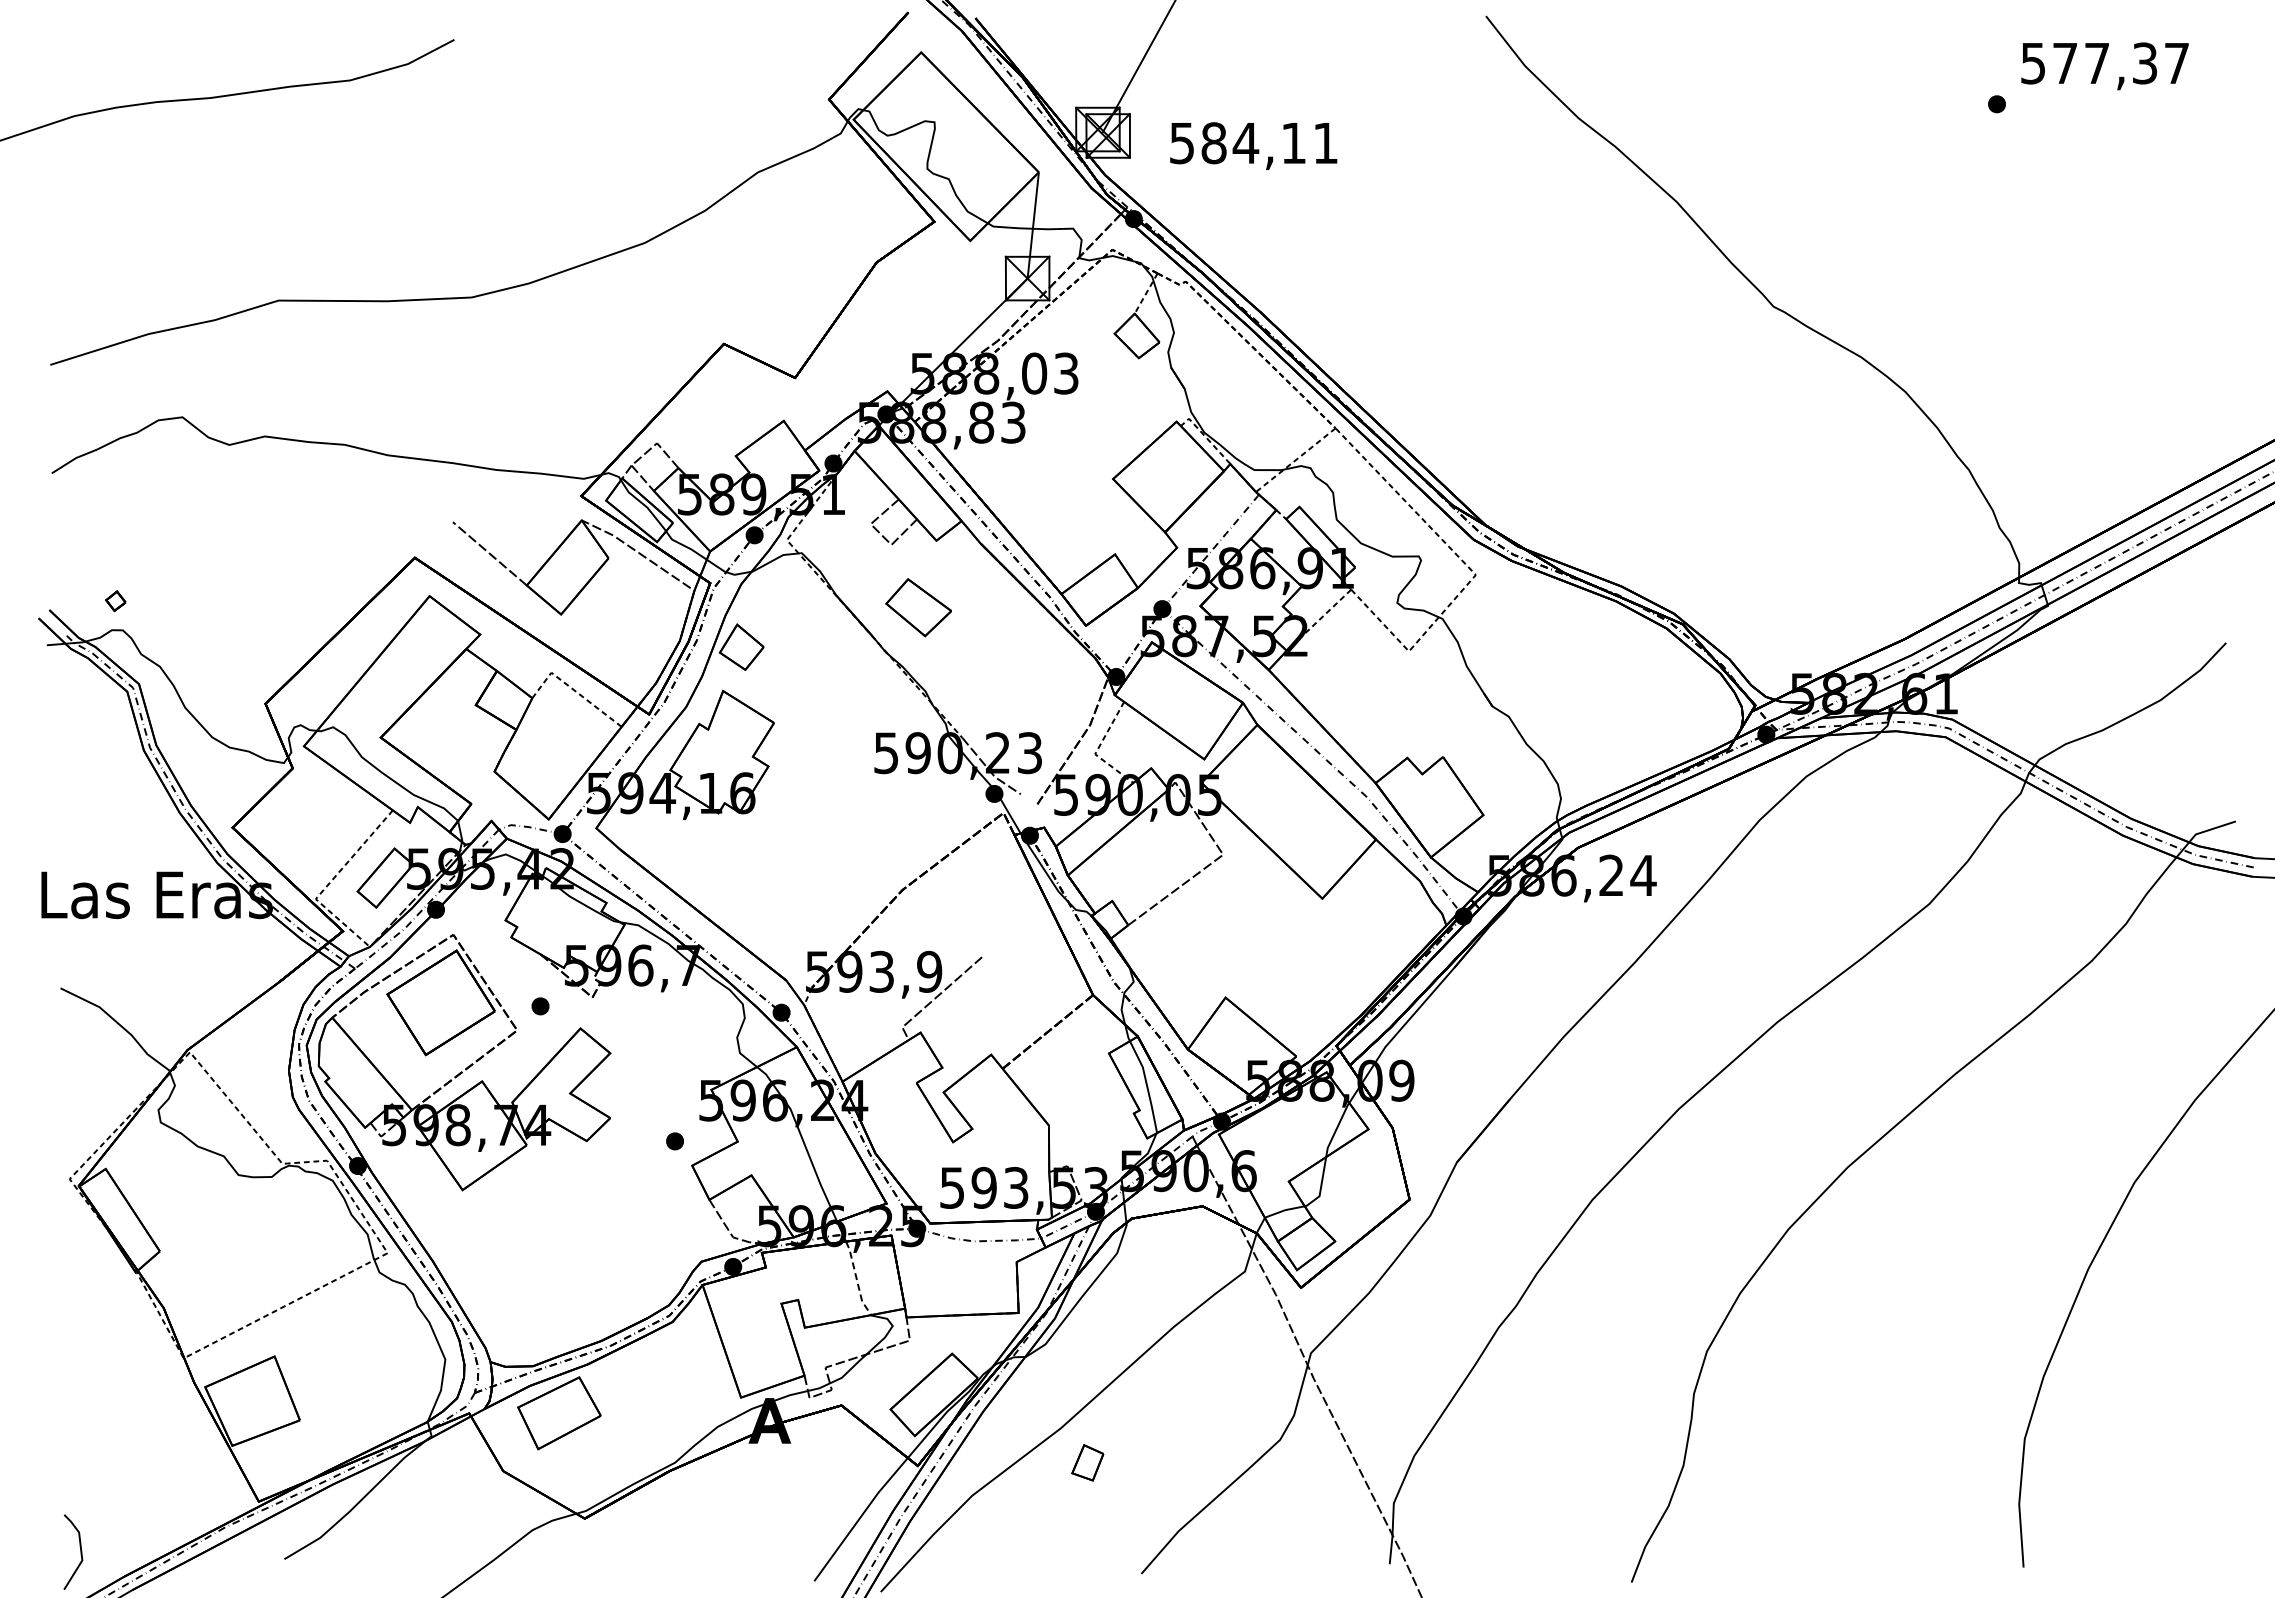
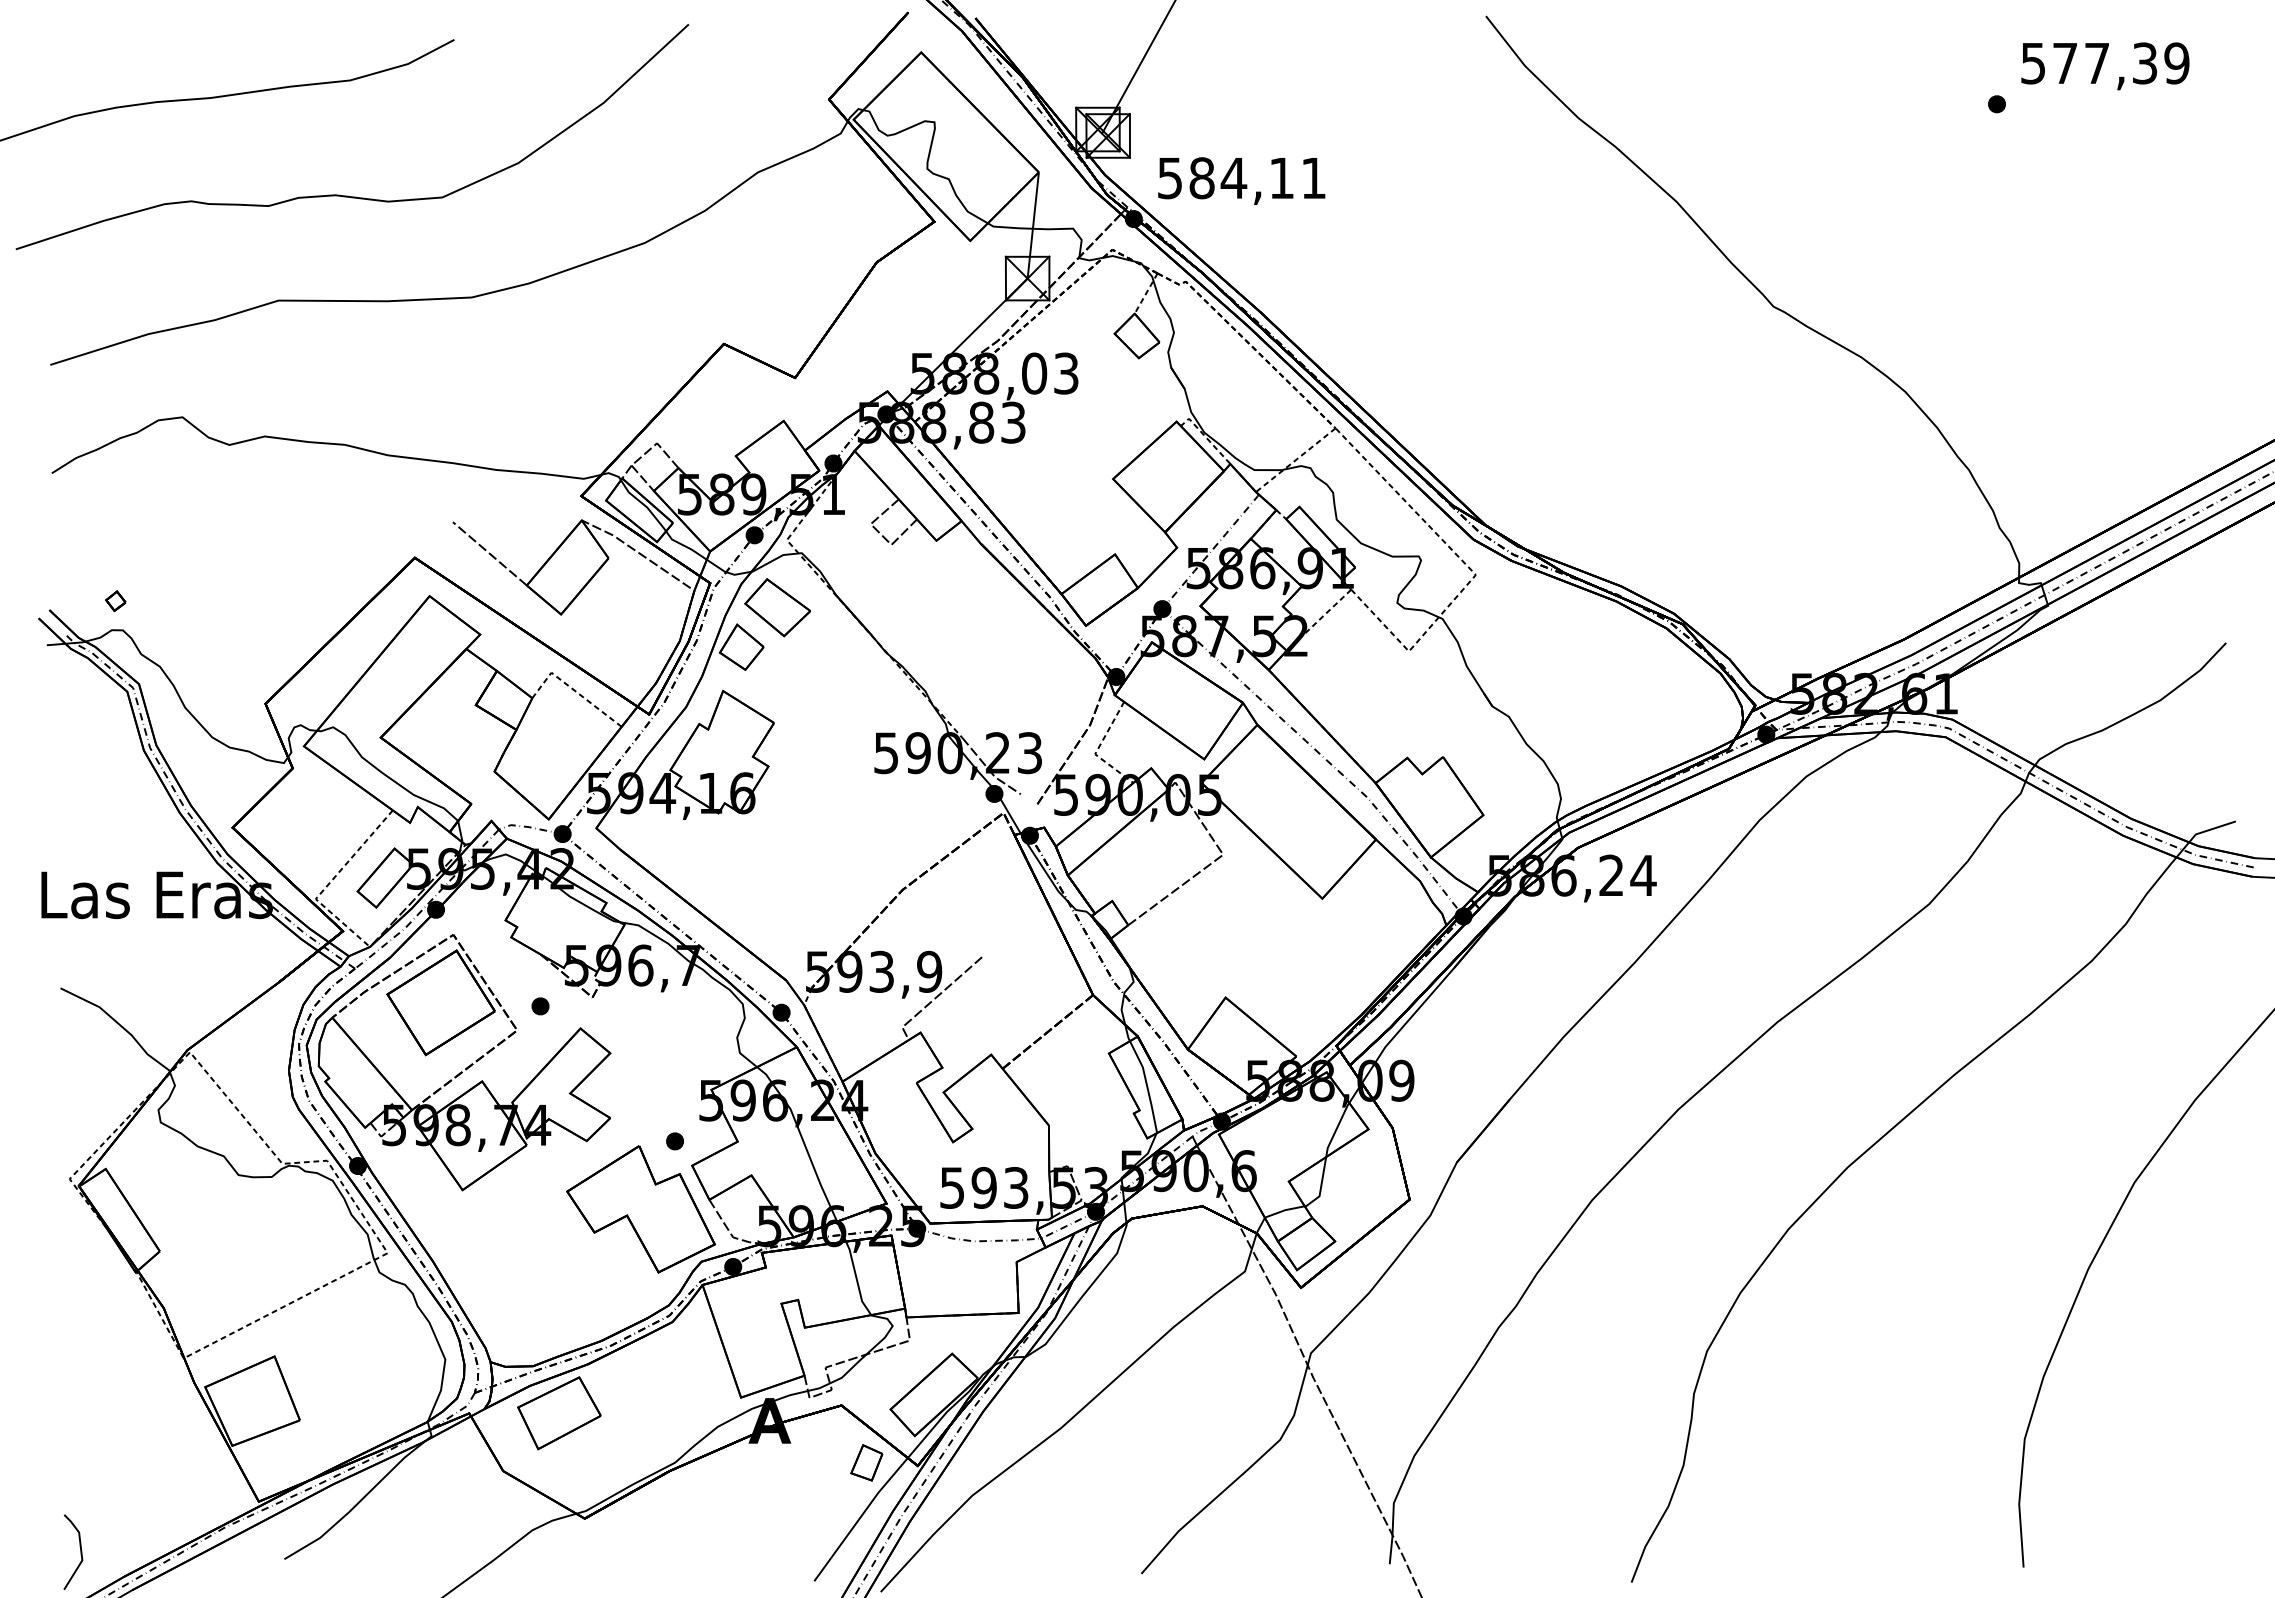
text at (2176, 63): 577,37 -> 577,39
text at (1253, 145) position: (1253, 145) -> (1241, 180)
curve at (348, 195): none -> present
part at (918, 607) position: (918, 607) -> (777, 607)
part at (640, 1209): none -> present
line at (856, 1279): dashed -> solid
part at (1087, 1462) position: (1087, 1462) -> (866, 1462)
